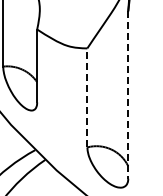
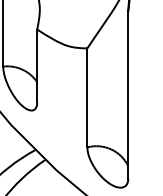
line at (128, 94): dashed -> solid
line at (87, 97): dashed -> solid
